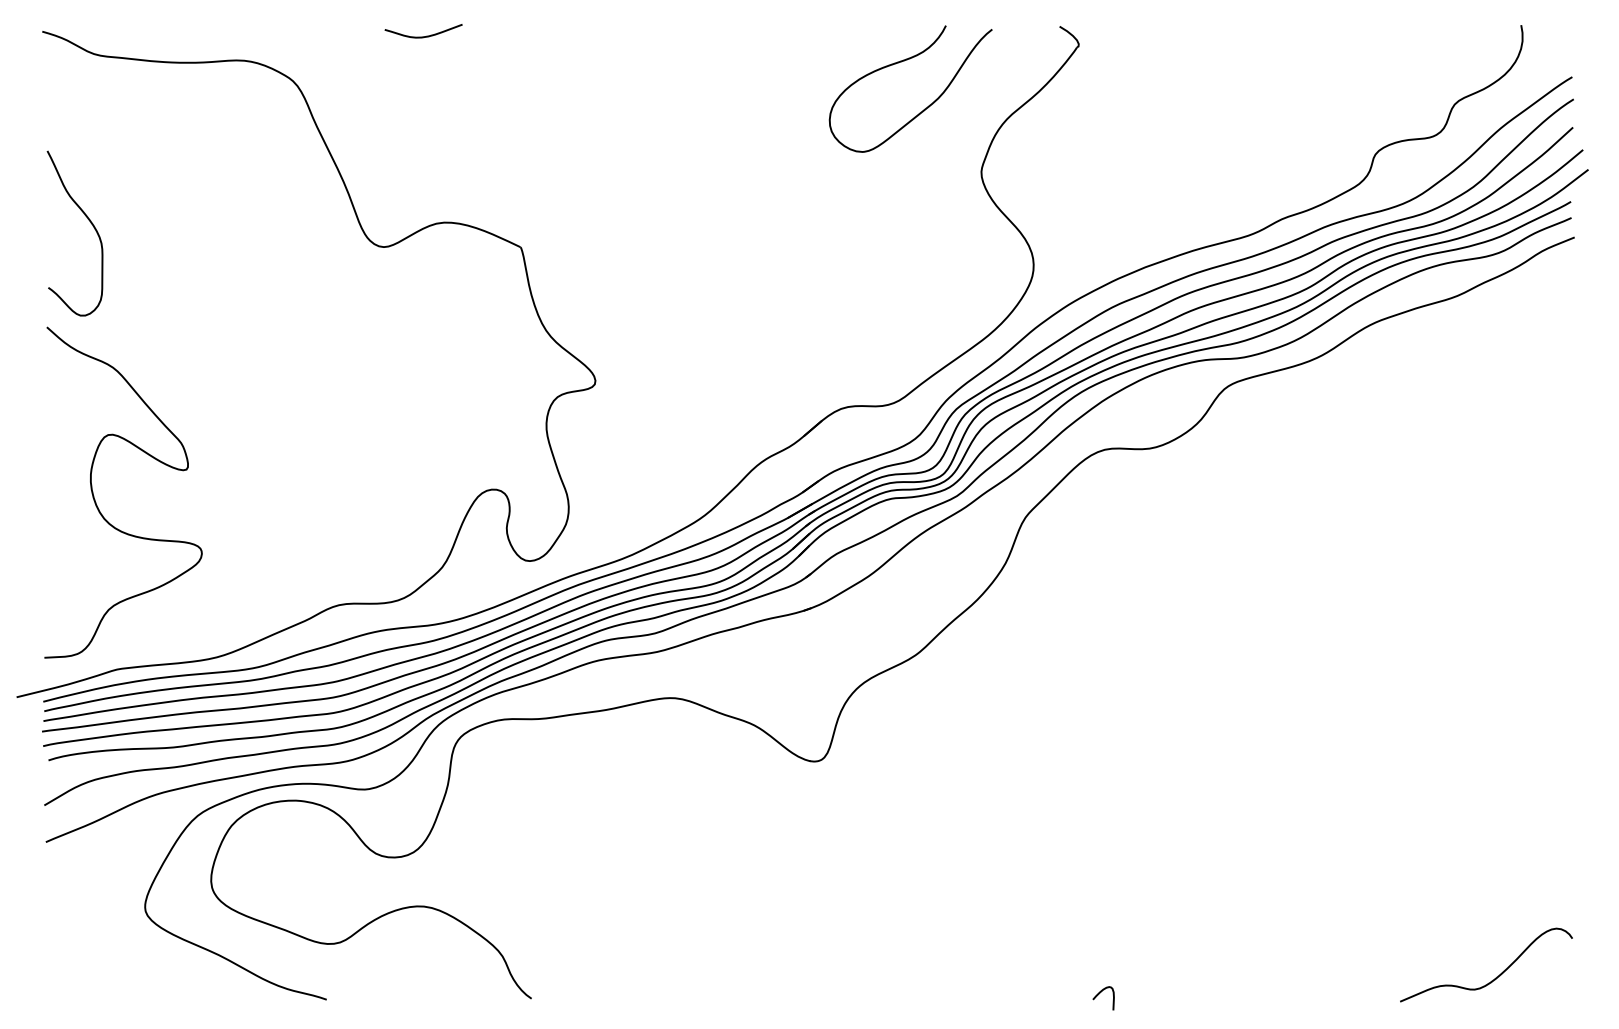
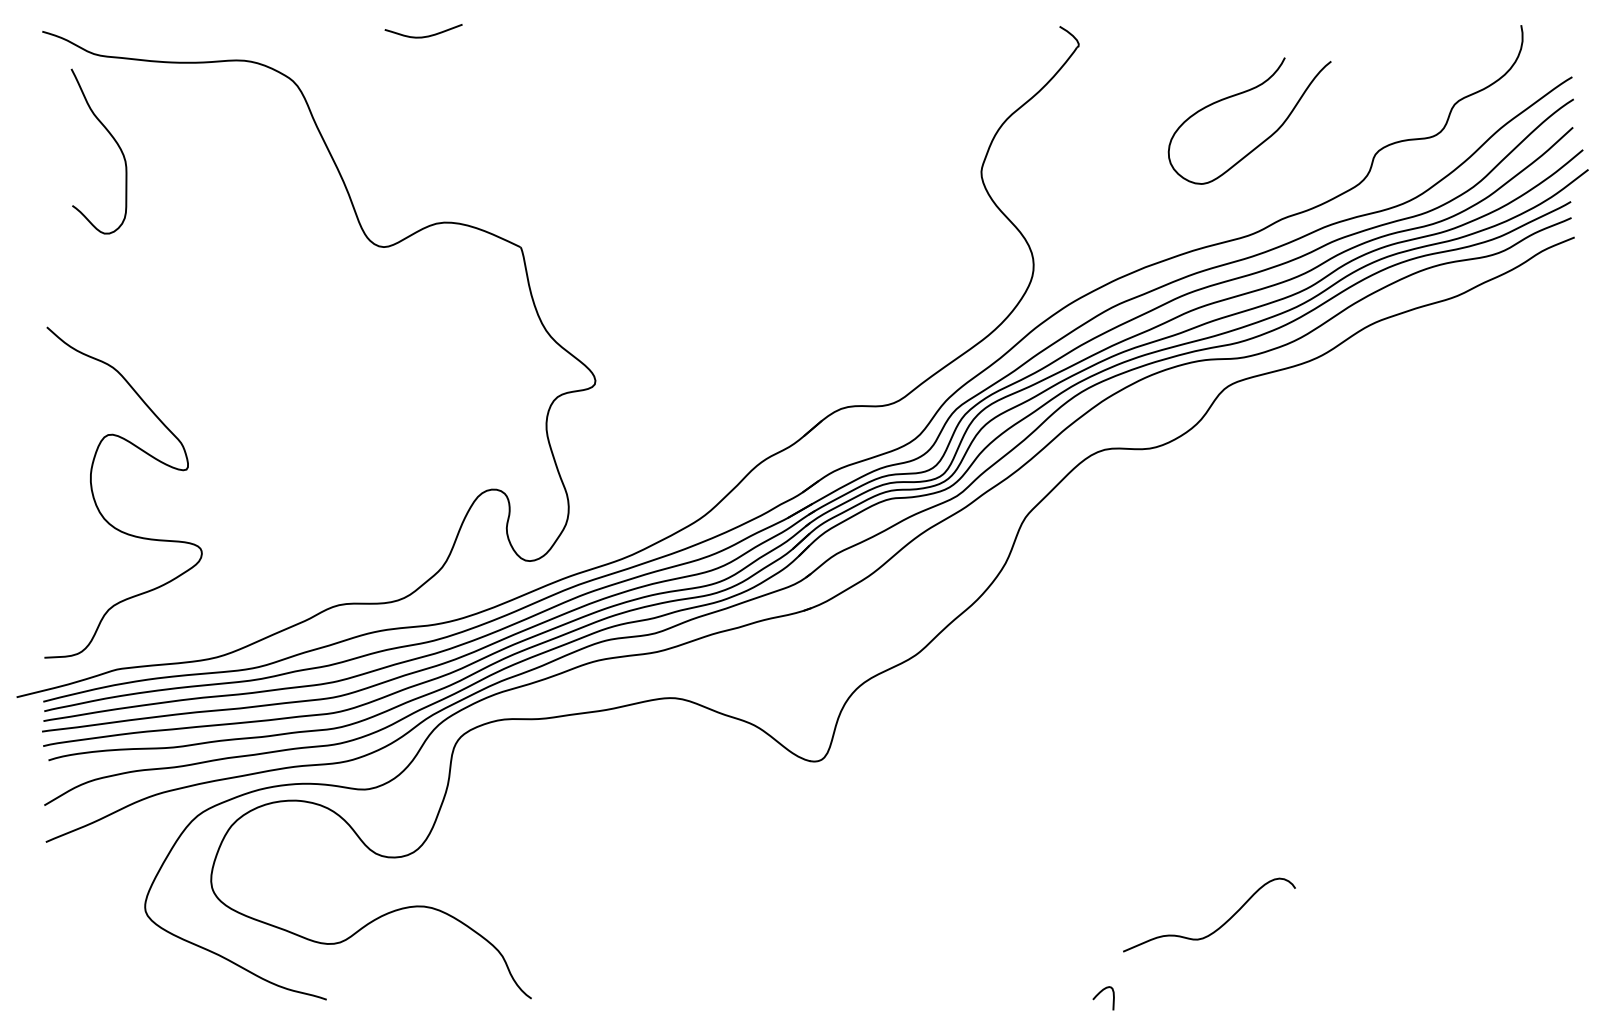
curve at (924, 108) position: (924, 108) -> (1263, 140)
curve at (90, 223) position: (90, 223) -> (114, 141)
curve at (1496, 976) position: (1496, 976) -> (1219, 926)
